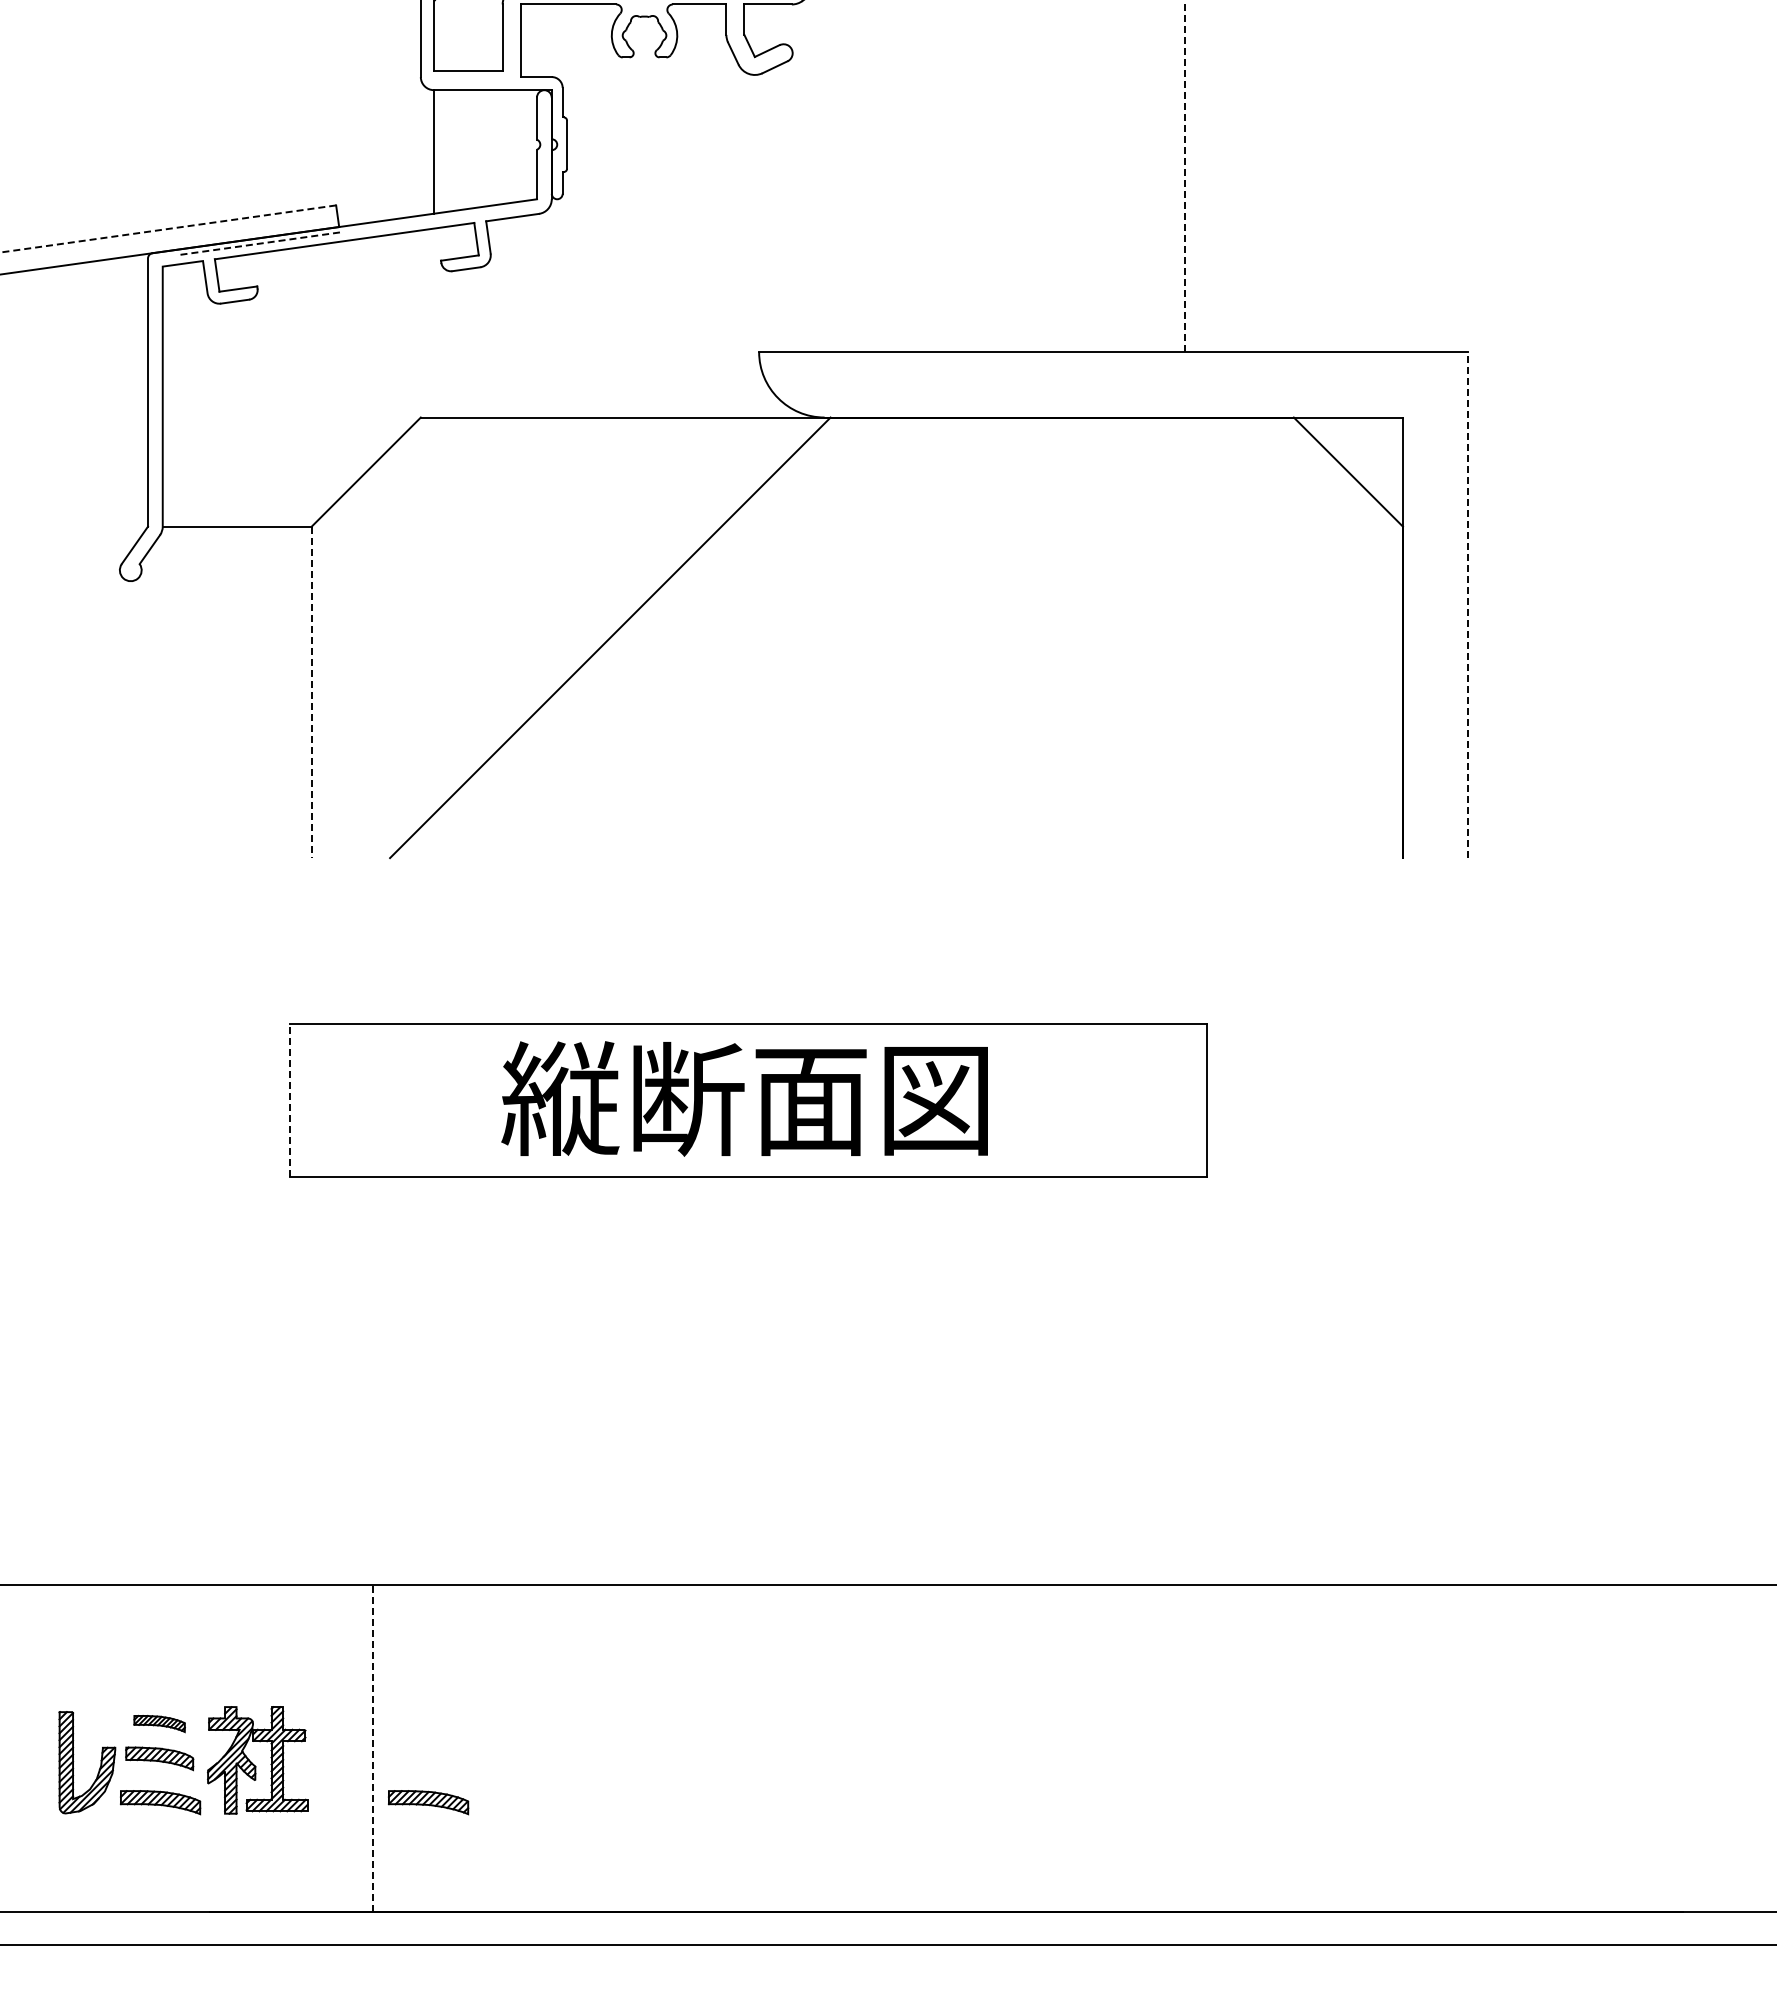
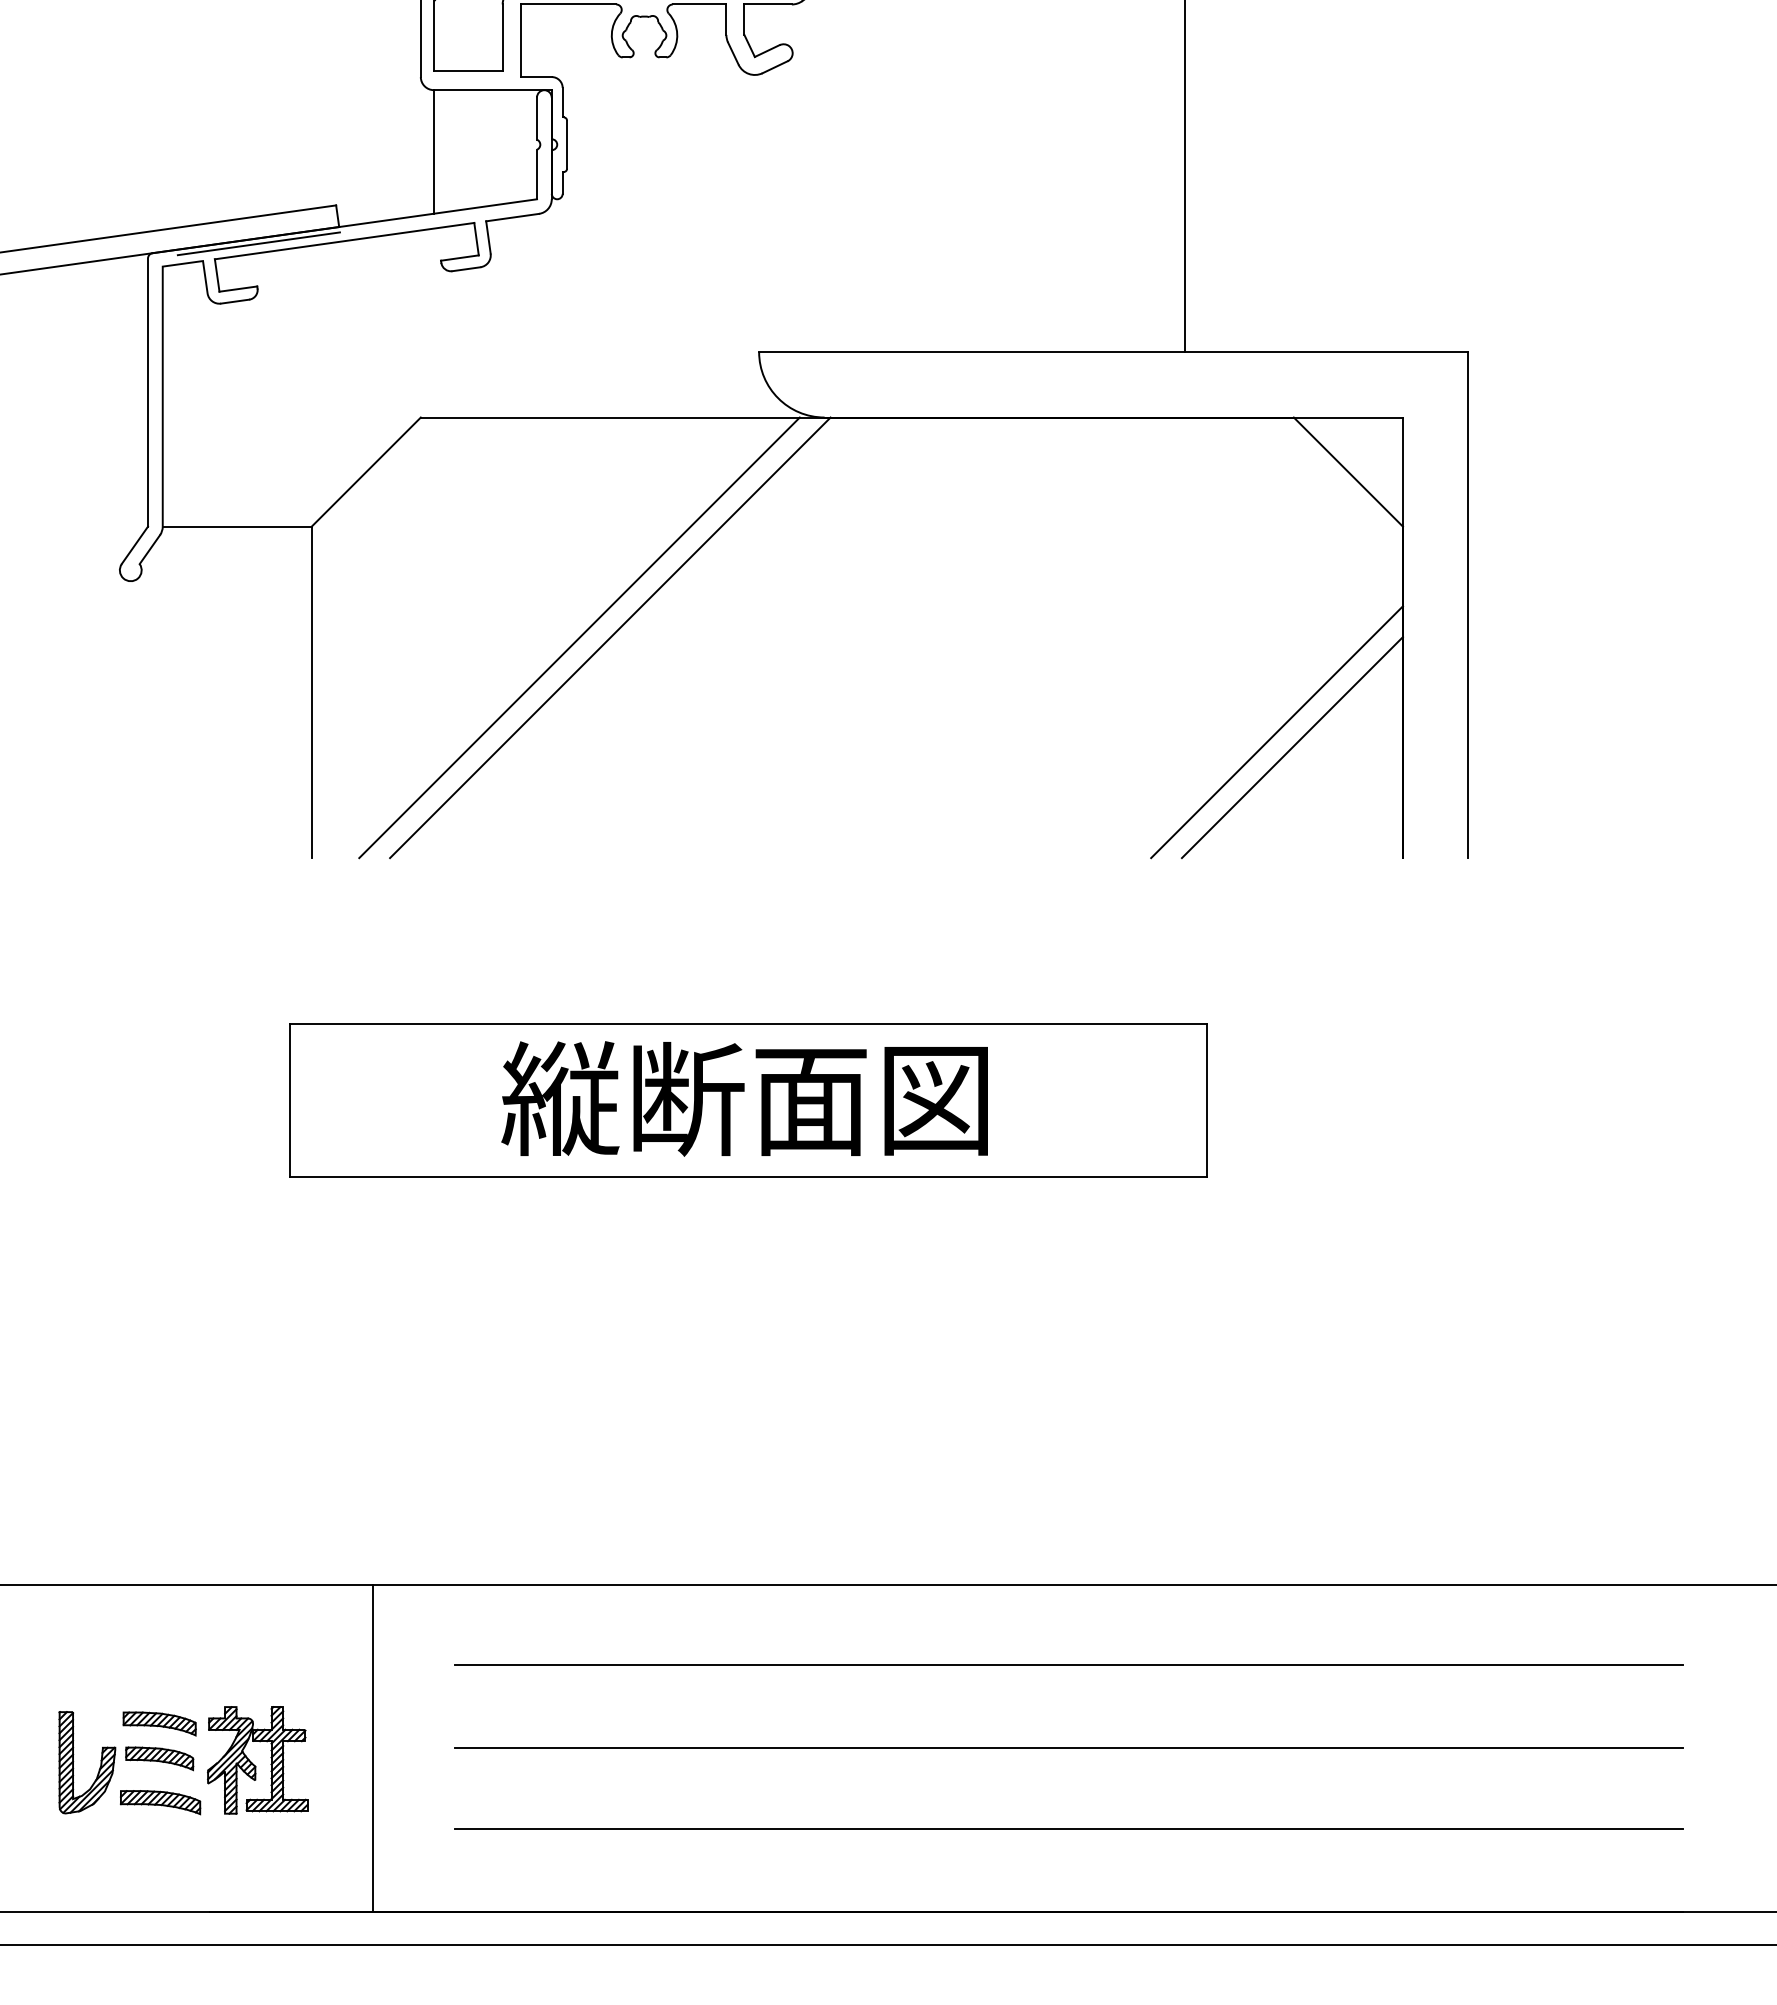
line at (1184, 176): dashed -> solid
line at (167, 229): dashed -> solid
line at (258, 243): dashed -> solid
line at (1468, 604): dashed -> solid
line at (579, 637): none -> present
line at (311, 692): dashed -> solid
line at (1276, 732): none -> present
line at (1291, 747): none -> present
line at (290, 1099): dashed -> solid
line at (1068, 1665): none -> present
part at (159, 1723) size: 53x20 px -> 75x26 px
line at (373, 1748): dashed -> solid
line at (1068, 1748): none -> present
part at (428, 1802): present -> none
line at (1068, 1829): none -> present
